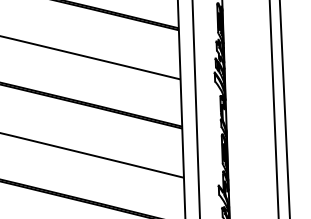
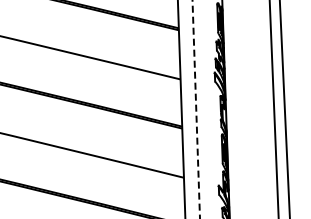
line at (196, 109): solid -> dashed
